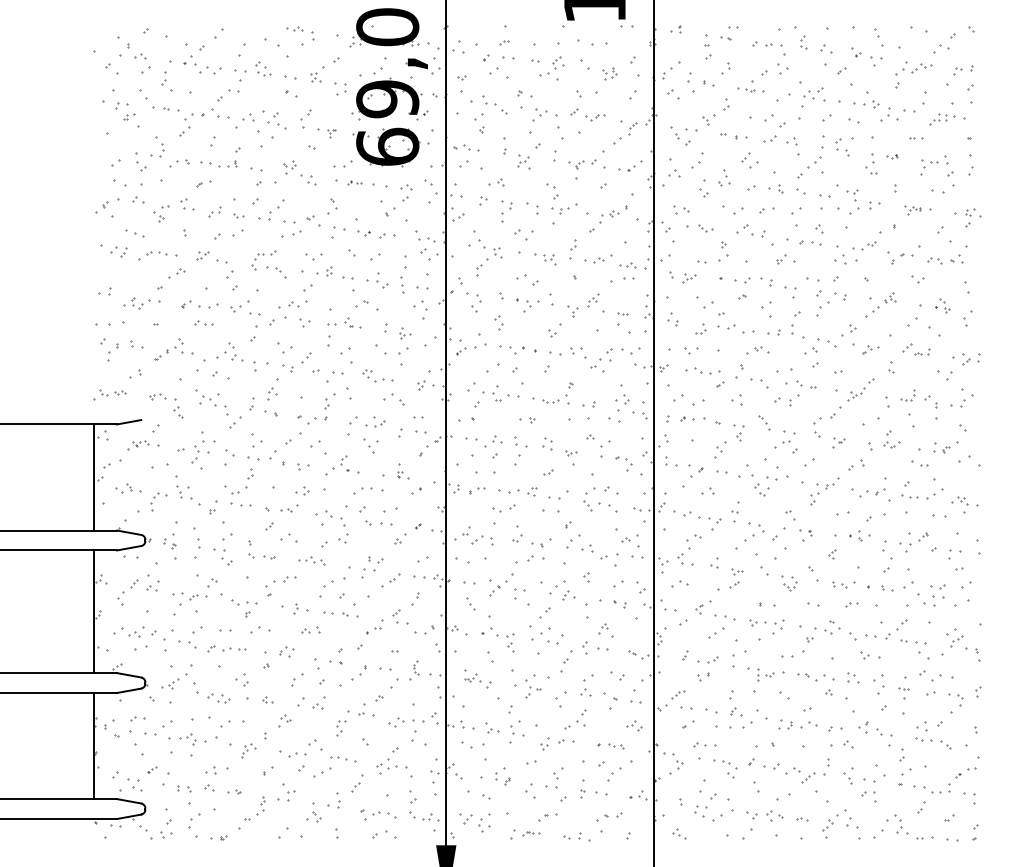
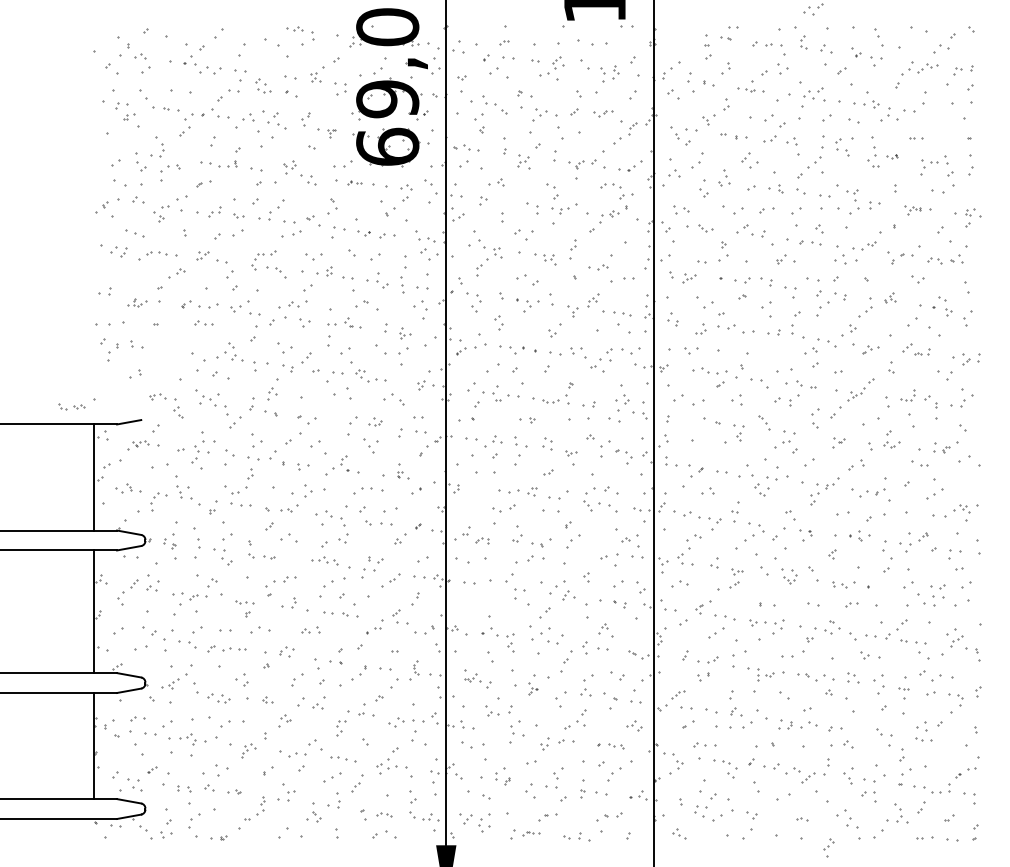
part at (813, 9): none -> present
part at (675, 29): present -> none
part at (263, 68) position: (263, 68) -> (263, 85)
part at (913, 68) position: (913, 68) -> (919, 68)
part at (609, 73) size: 16x14 px -> 20x18 px
part at (163, 78): present -> none
part at (595, 117) position: (595, 117) -> (603, 113)
part at (305, 118) size: 12x20 px -> 10x15 px
part at (942, 119): present -> none
part at (179, 163) position: (179, 163) -> (170, 168)
part at (871, 163) position: (871, 163) -> (873, 156)
part at (618, 191): none -> present
part at (187, 204) size: 15x13 px -> 23x19 px
part at (506, 204): present -> none
part at (594, 260) position: (594, 260) -> (598, 267)
part at (627, 265): present -> none
part at (136, 303) size: 28x13 px -> 21x10 px
part at (942, 305) size: 16x16 px -> 21x21 px
part at (872, 311) position: (872, 311) -> (865, 311)
part at (622, 313) size: 12x4 px -> 19x6 px
part at (168, 349): present -> none
part at (761, 349): present -> none
part at (702, 370) position: (702, 370) -> (709, 370)
part at (377, 375) position: (377, 375) -> (370, 375)
part at (112, 392) position: (112, 392) -> (71, 406)
part at (326, 409): present -> none
part at (687, 418): present -> none
part at (375, 421) size: 21x12 px -> 15x10 px
part at (817, 427) position: (817, 427) -> (815, 418)
part at (718, 452): present -> none
part at (623, 463) position: (623, 463) -> (623, 456)
part at (302, 490) size: 15x10 px -> 22x14 px
part at (477, 490): present -> none
part at (909, 496): present -> none
part at (959, 504) position: (959, 504) -> (961, 512)
part at (482, 540) size: 23x11 px -> 15x8 px
part at (587, 548): present -> none
part at (311, 560) position: (311, 560) -> (324, 560)
part at (789, 583) position: (789, 583) -> (789, 576)
part at (887, 588): present -> none
part at (494, 590): present -> none
part at (244, 602) size: 27x7 px -> 20x5 px
part at (470, 603): present -> none
part at (295, 608) position: (295, 608) -> (293, 602)
part at (134, 634): present -> none
part at (533, 688) size: 17x20 px -> 11x14 px
part at (492, 727) position: (492, 727) -> (492, 710)
part at (863, 727): present -> none
part at (945, 744): present -> none
part at (210, 770) size: 12x9 px -> 18x13 px
part at (322, 772) position: (322, 772) -> (332, 777)
part at (384, 814) size: 25x8 px -> 17x6 px
part at (774, 815): present -> none
part at (901, 824) position: (901, 824) -> (901, 813)
part at (827, 828) position: (827, 828) -> (828, 847)
